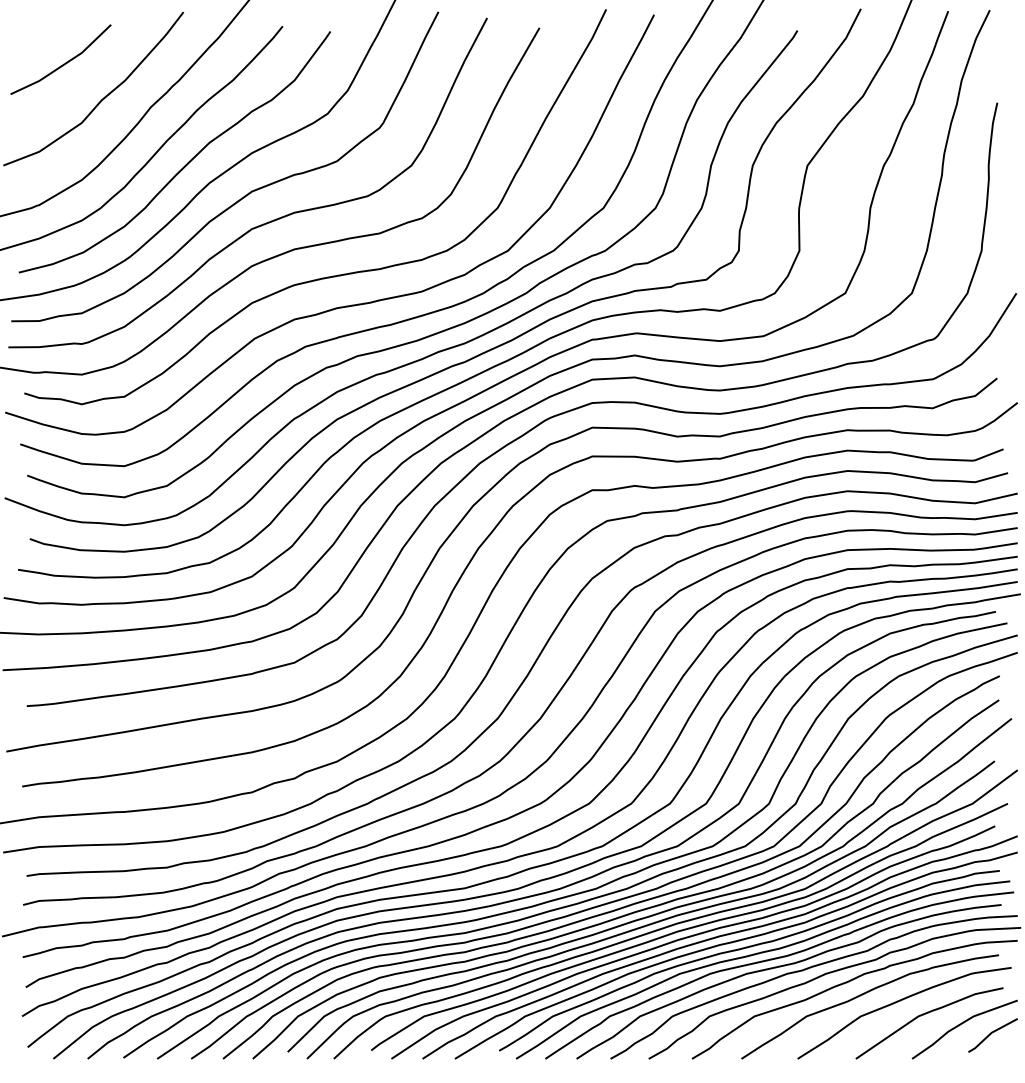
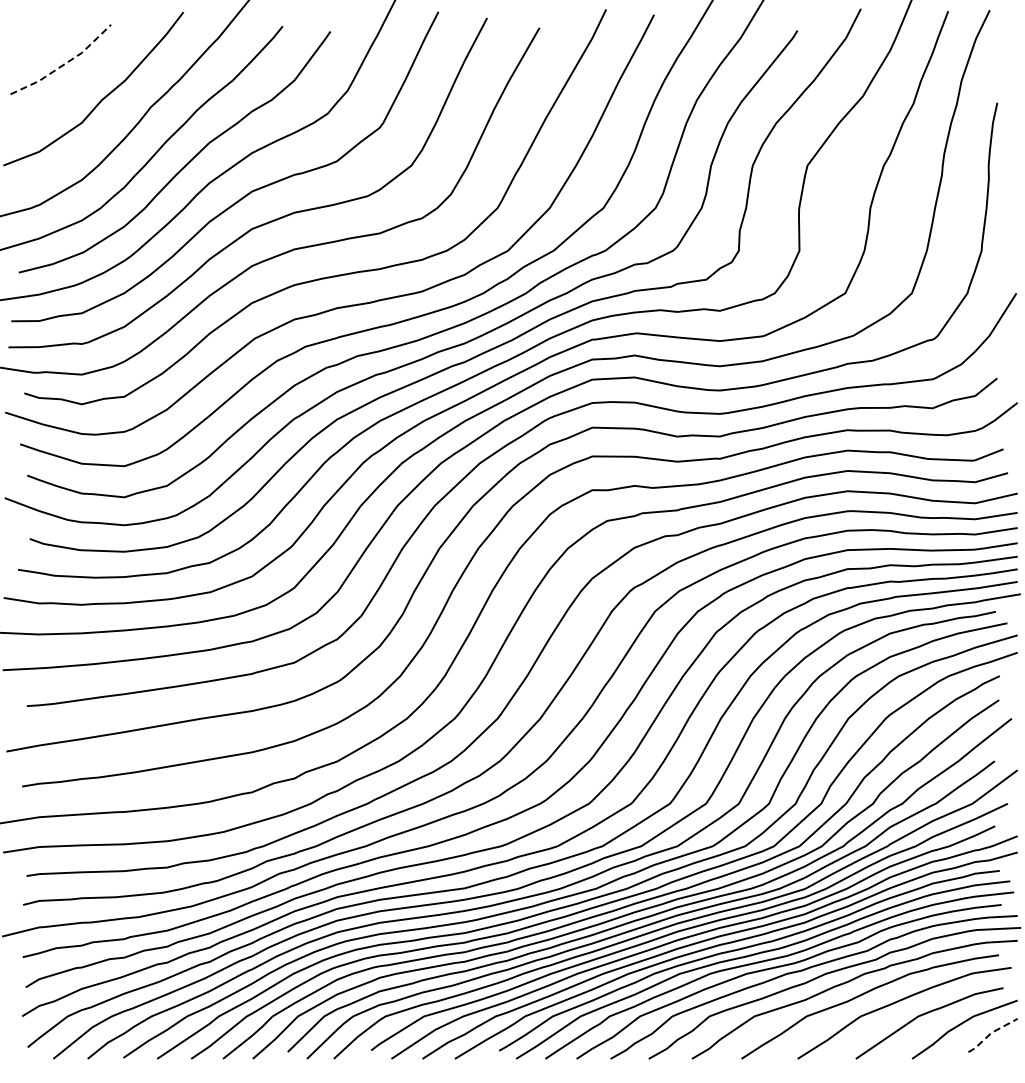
line at (64, 64): solid -> dashed
line at (991, 1032): solid -> dashed
